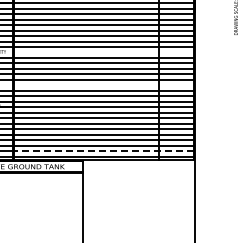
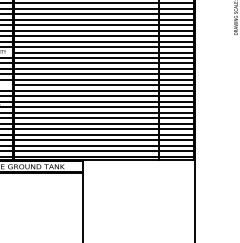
line at (103, 52): none -> present
line at (103, 85): none -> present
line at (103, 151): dashed -> solid
